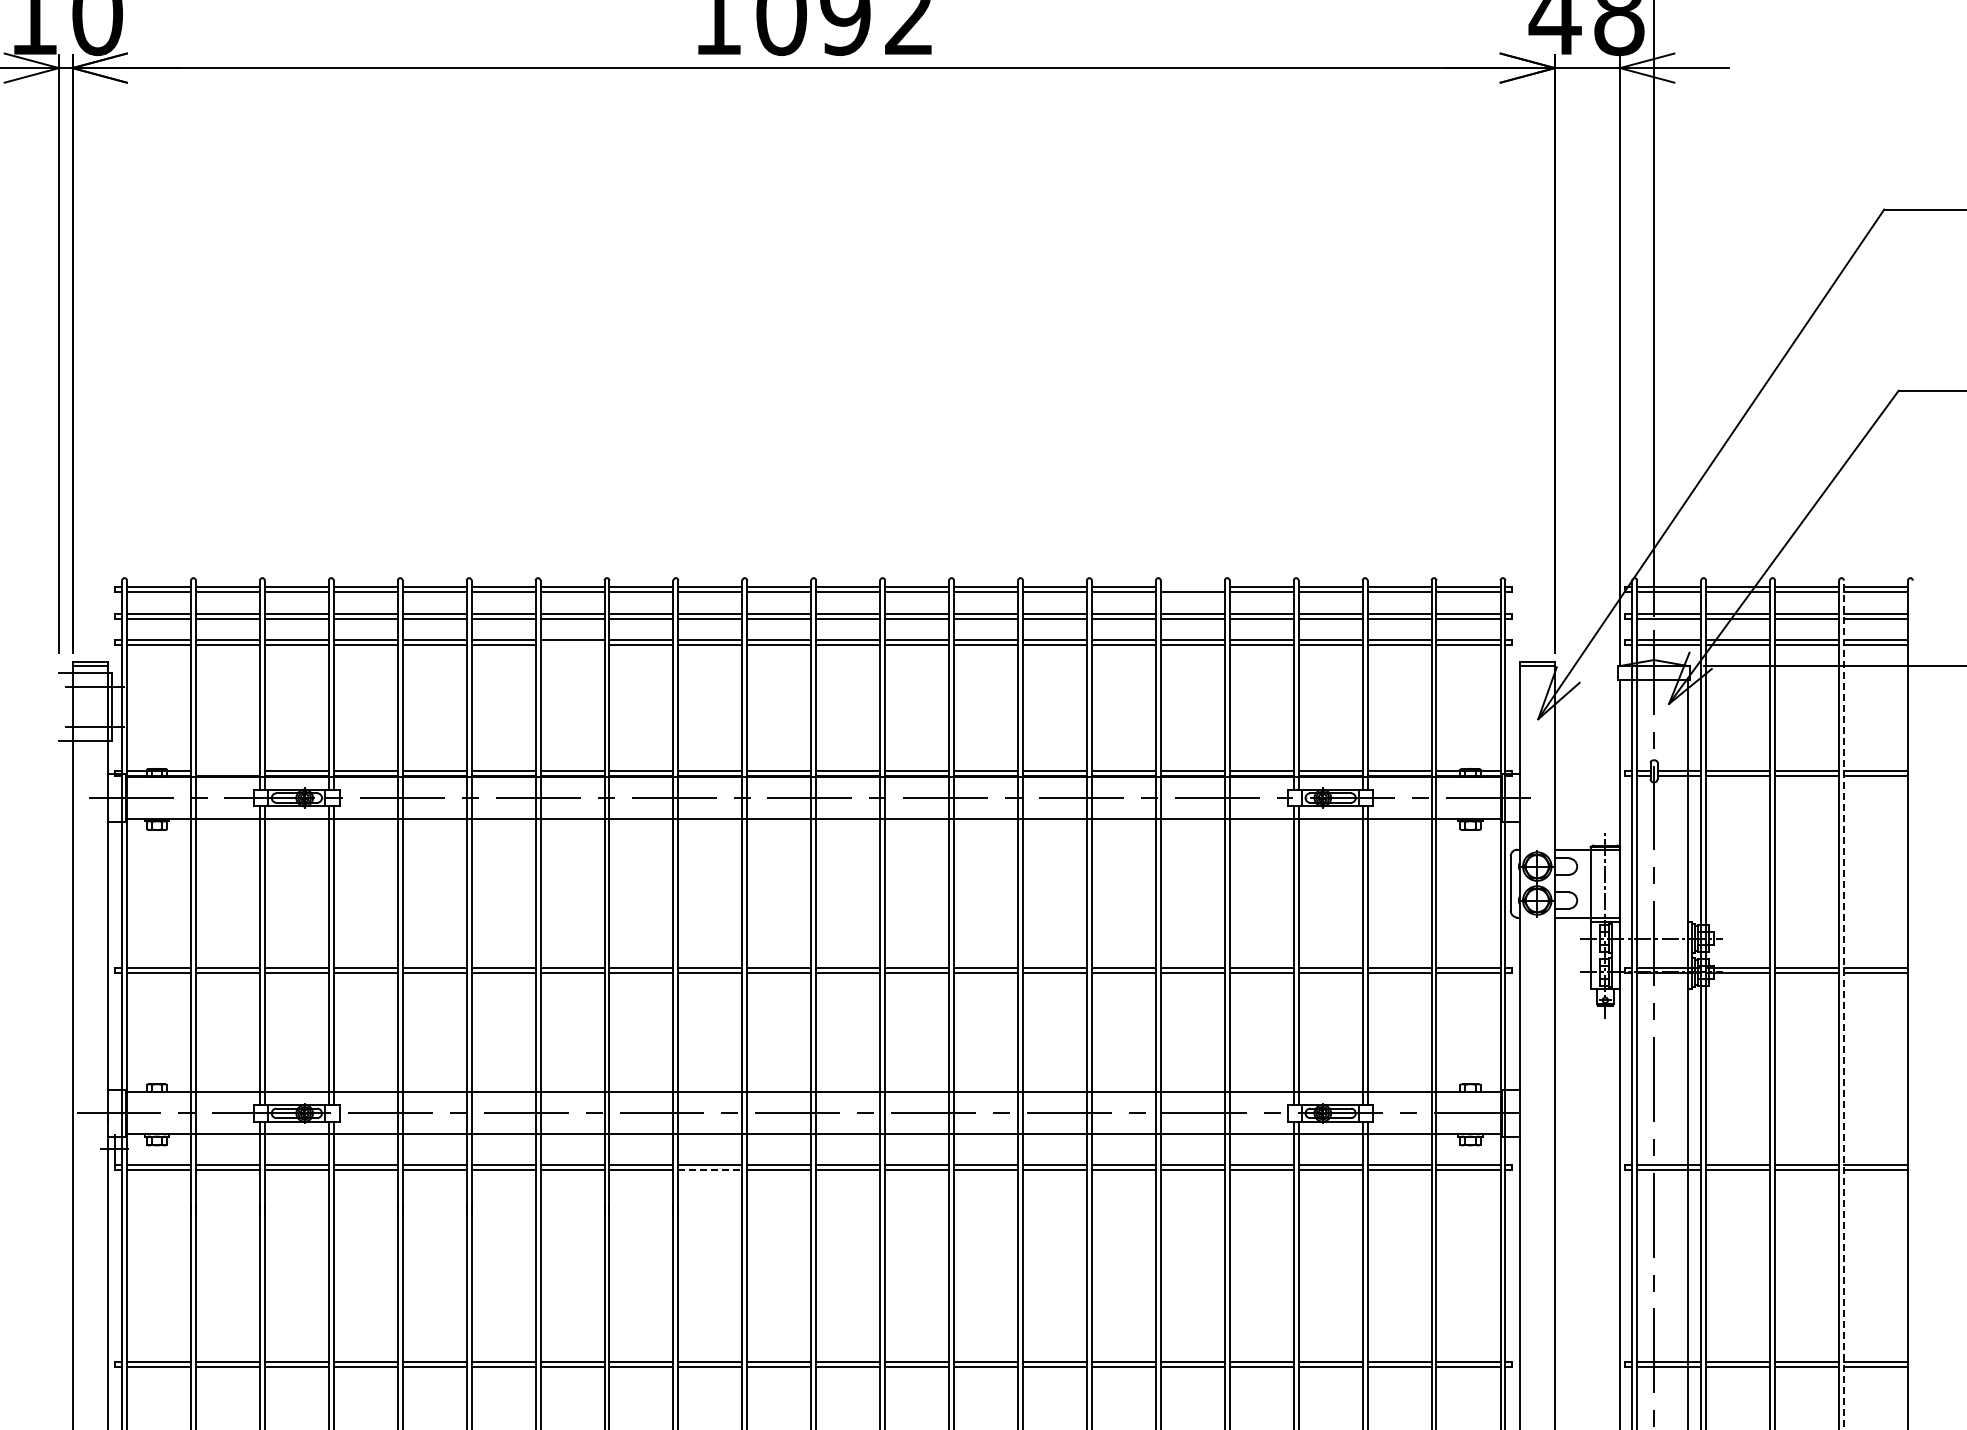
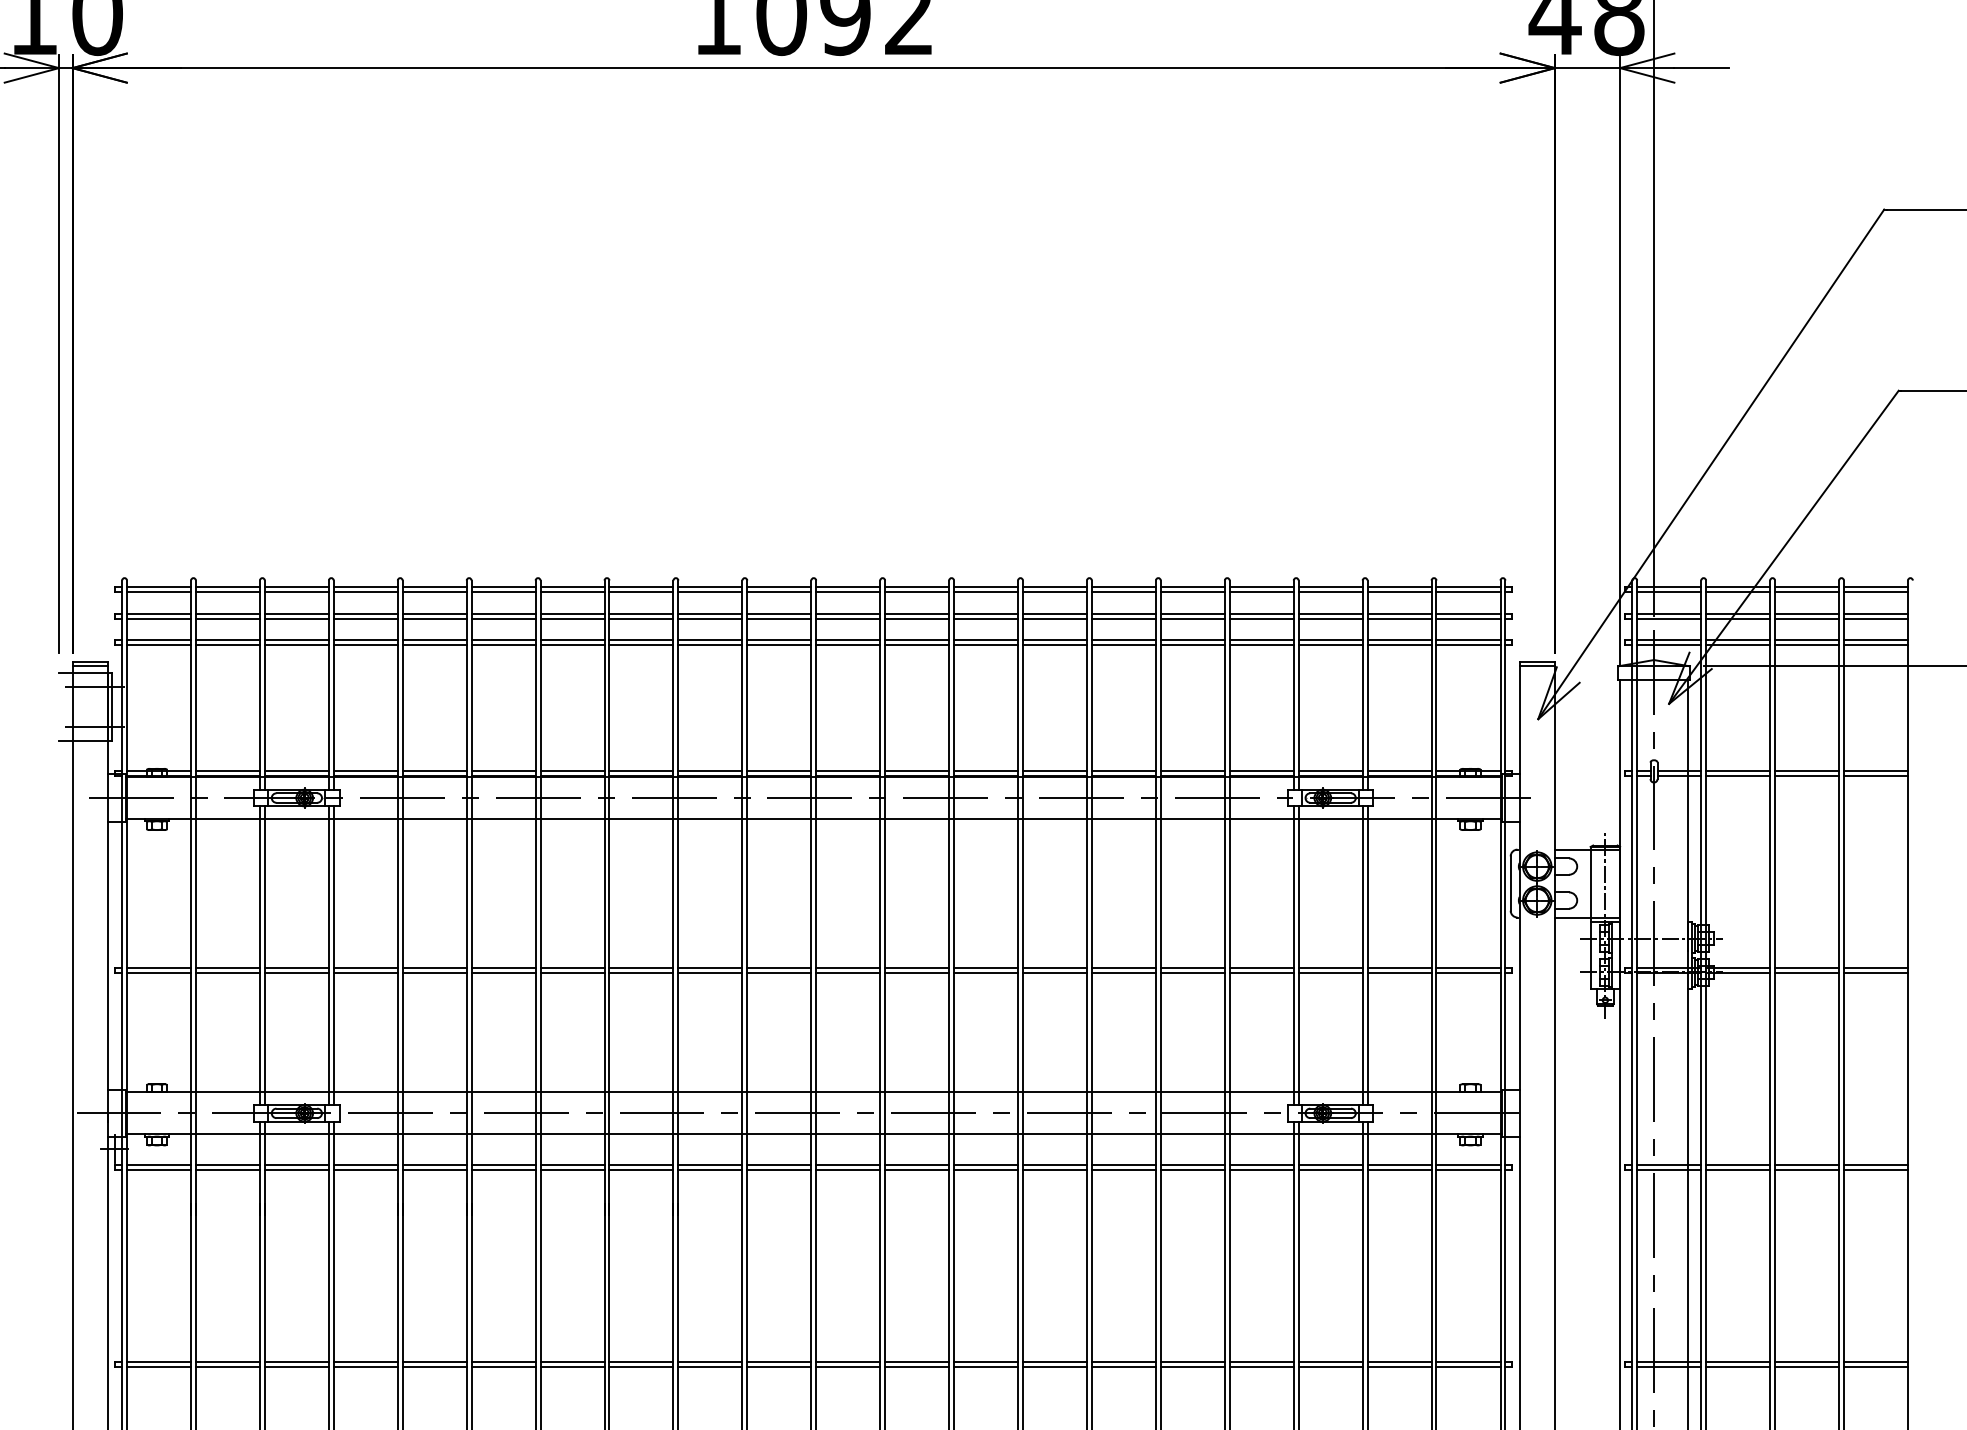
line at (1192, 587): none -> present
line at (572, 645): none -> present
line at (227, 771): none -> present
line at (1843, 1004): dashed -> solid
line at (710, 1170): dashed -> solid
